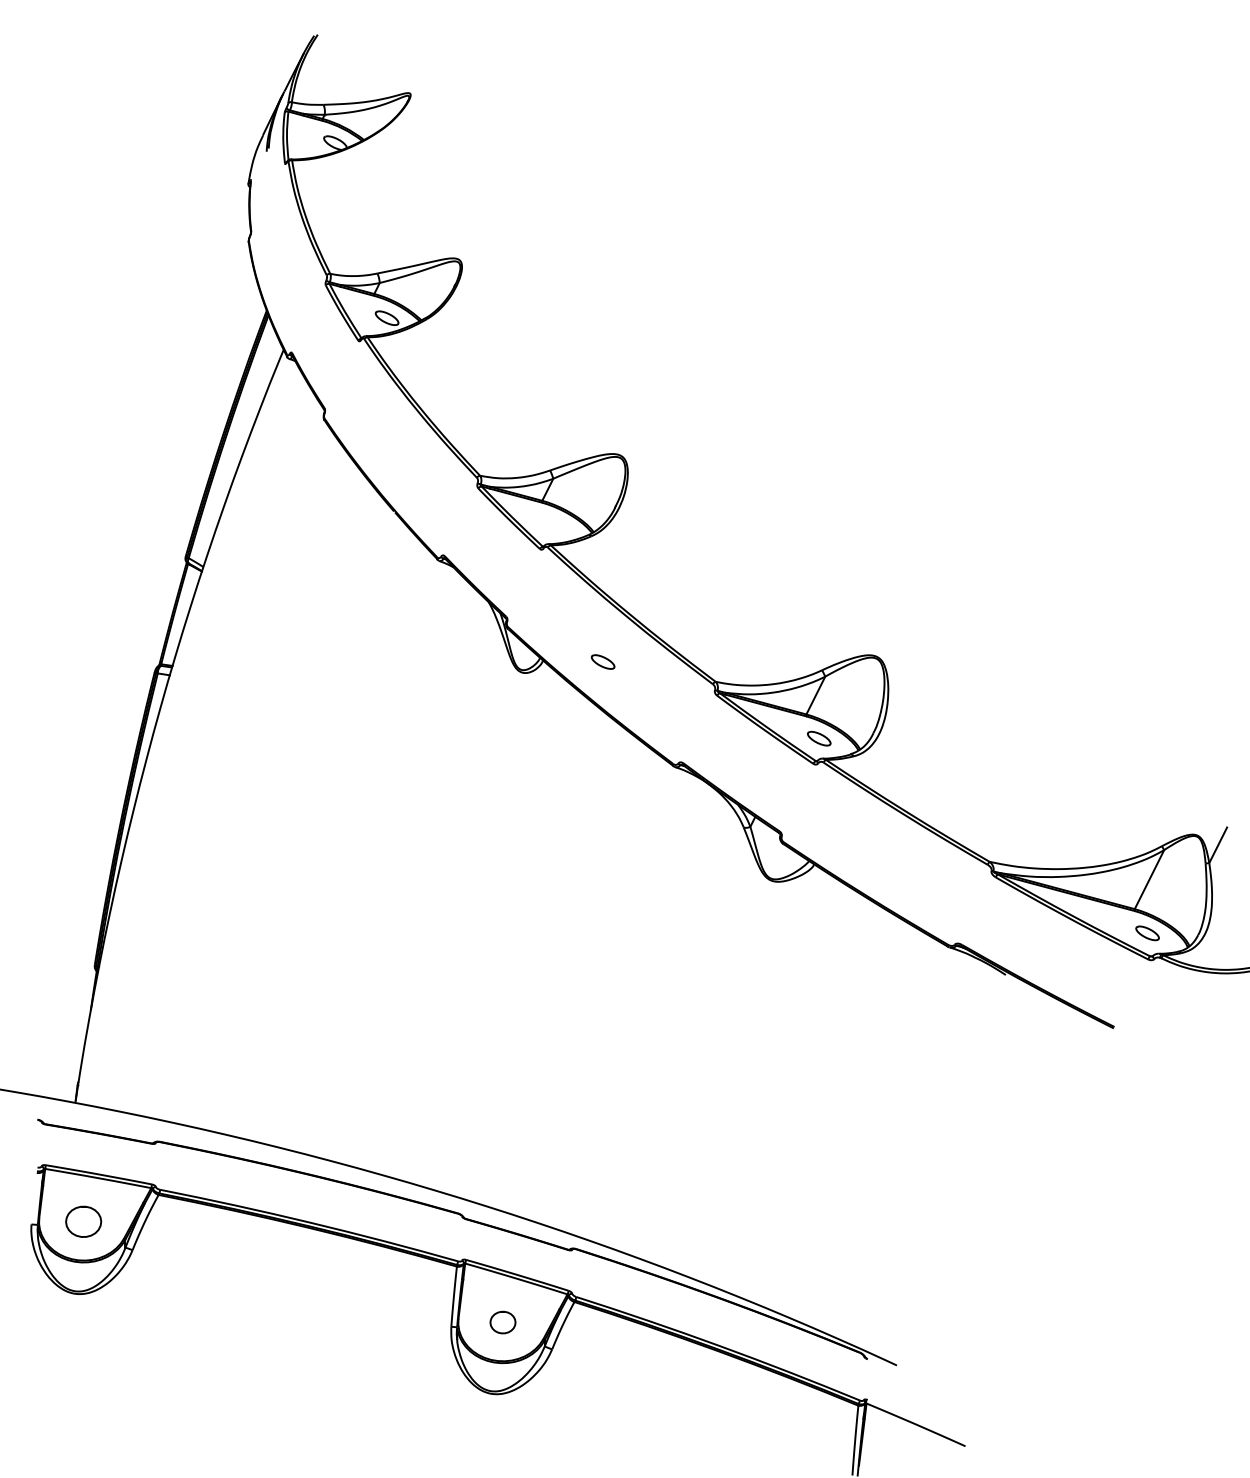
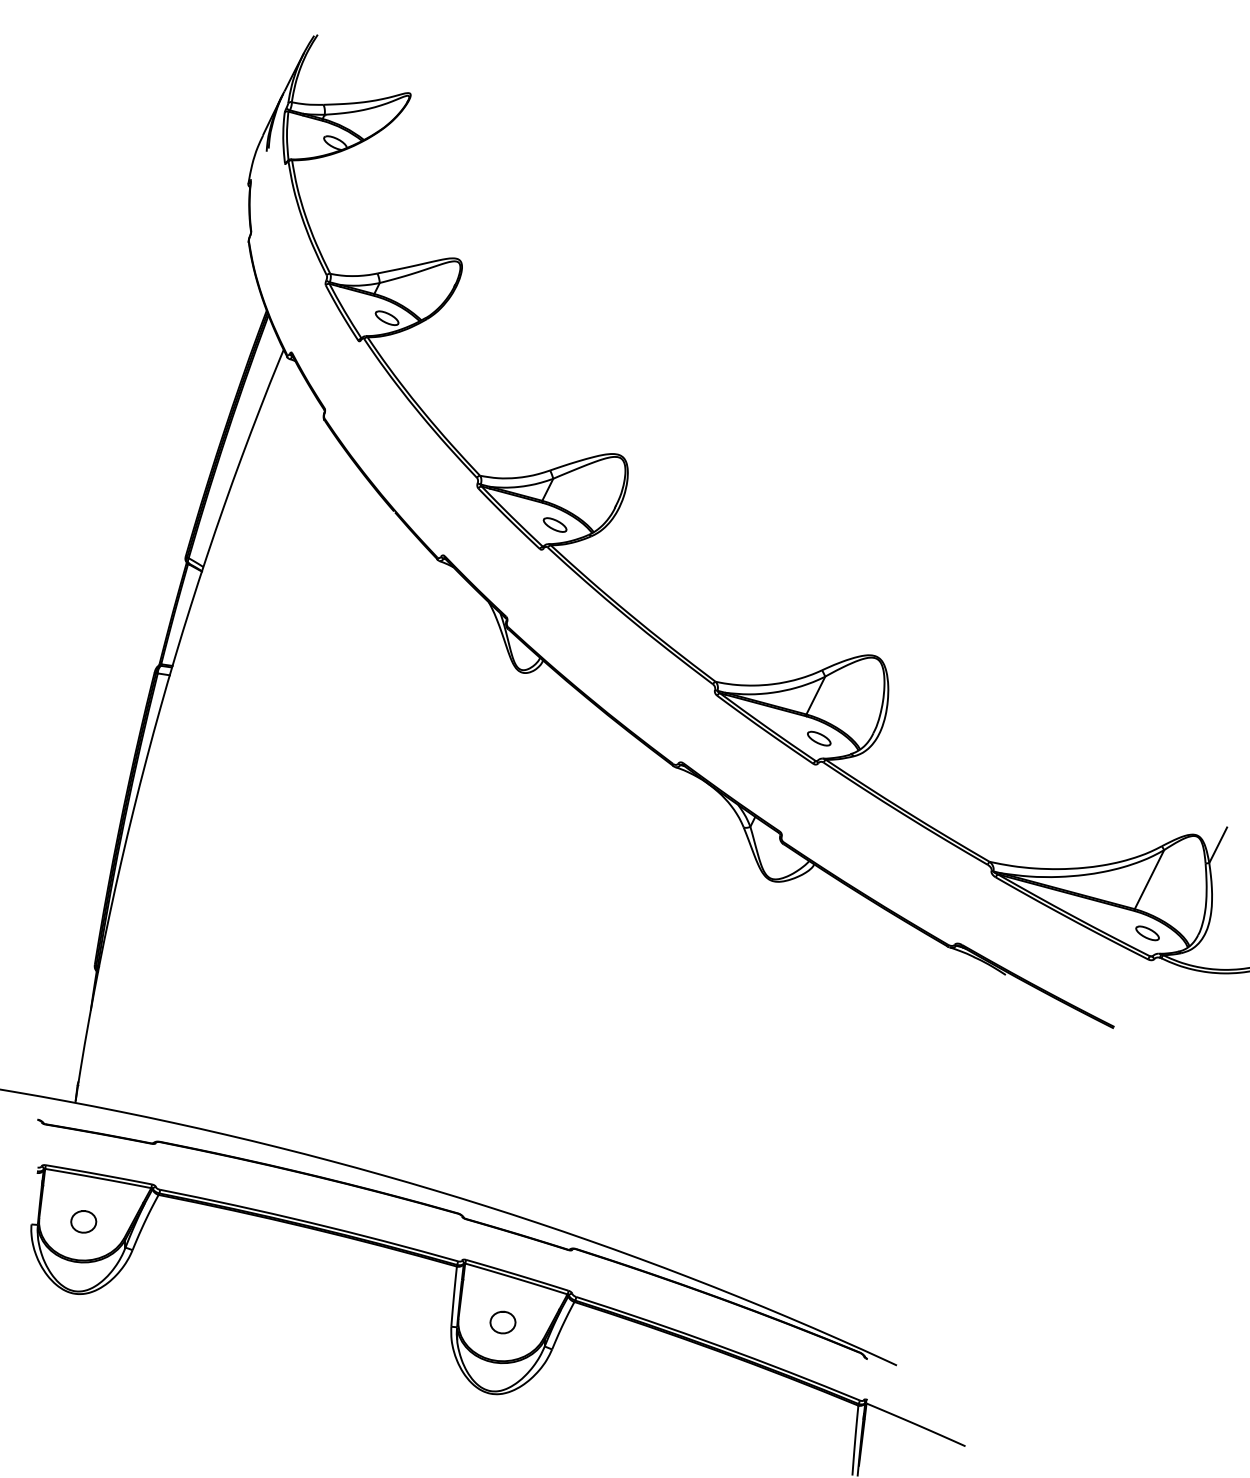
part at (602, 661) position: (602, 661) -> (554, 524)
part at (83, 1221) size: 38x33 px -> 28x24 px
